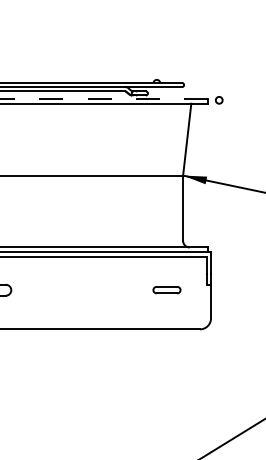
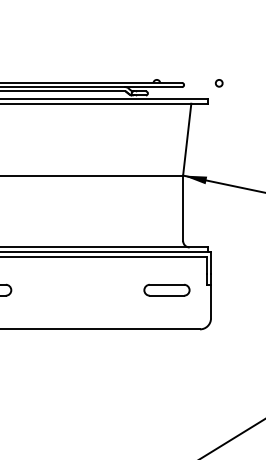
line at (104, 98): dashed -> solid
circle at (218, 100) position: (218, 100) -> (218, 83)
part at (166, 290) size: 30x9 px -> 48x14 px
